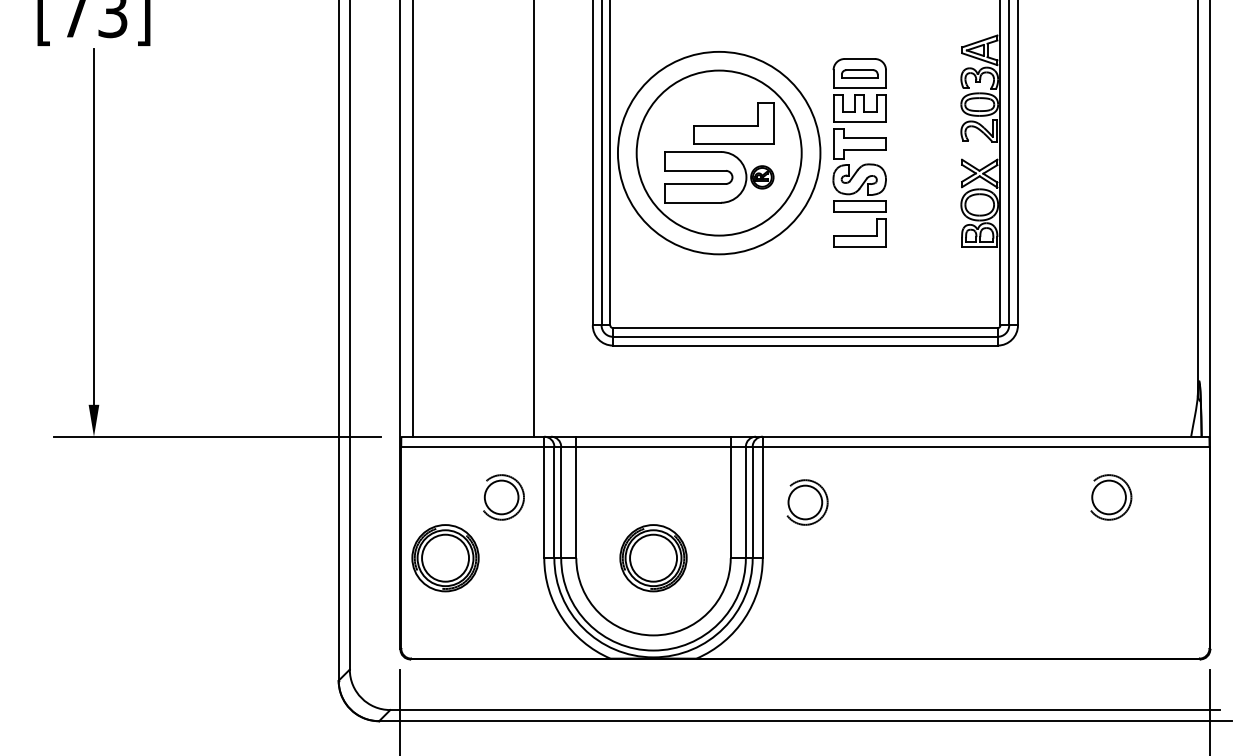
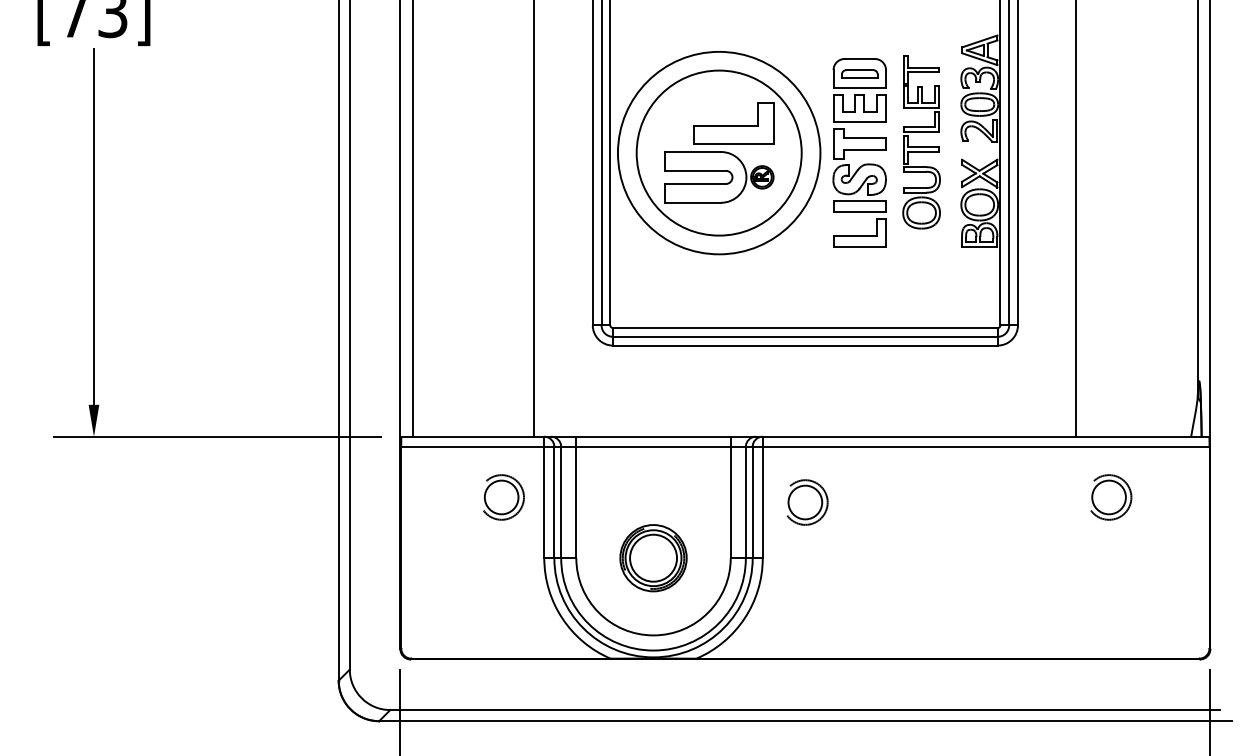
part at (921, 142): none -> present
line at (1076, 219): none -> present
part at (445, 558): present -> none
